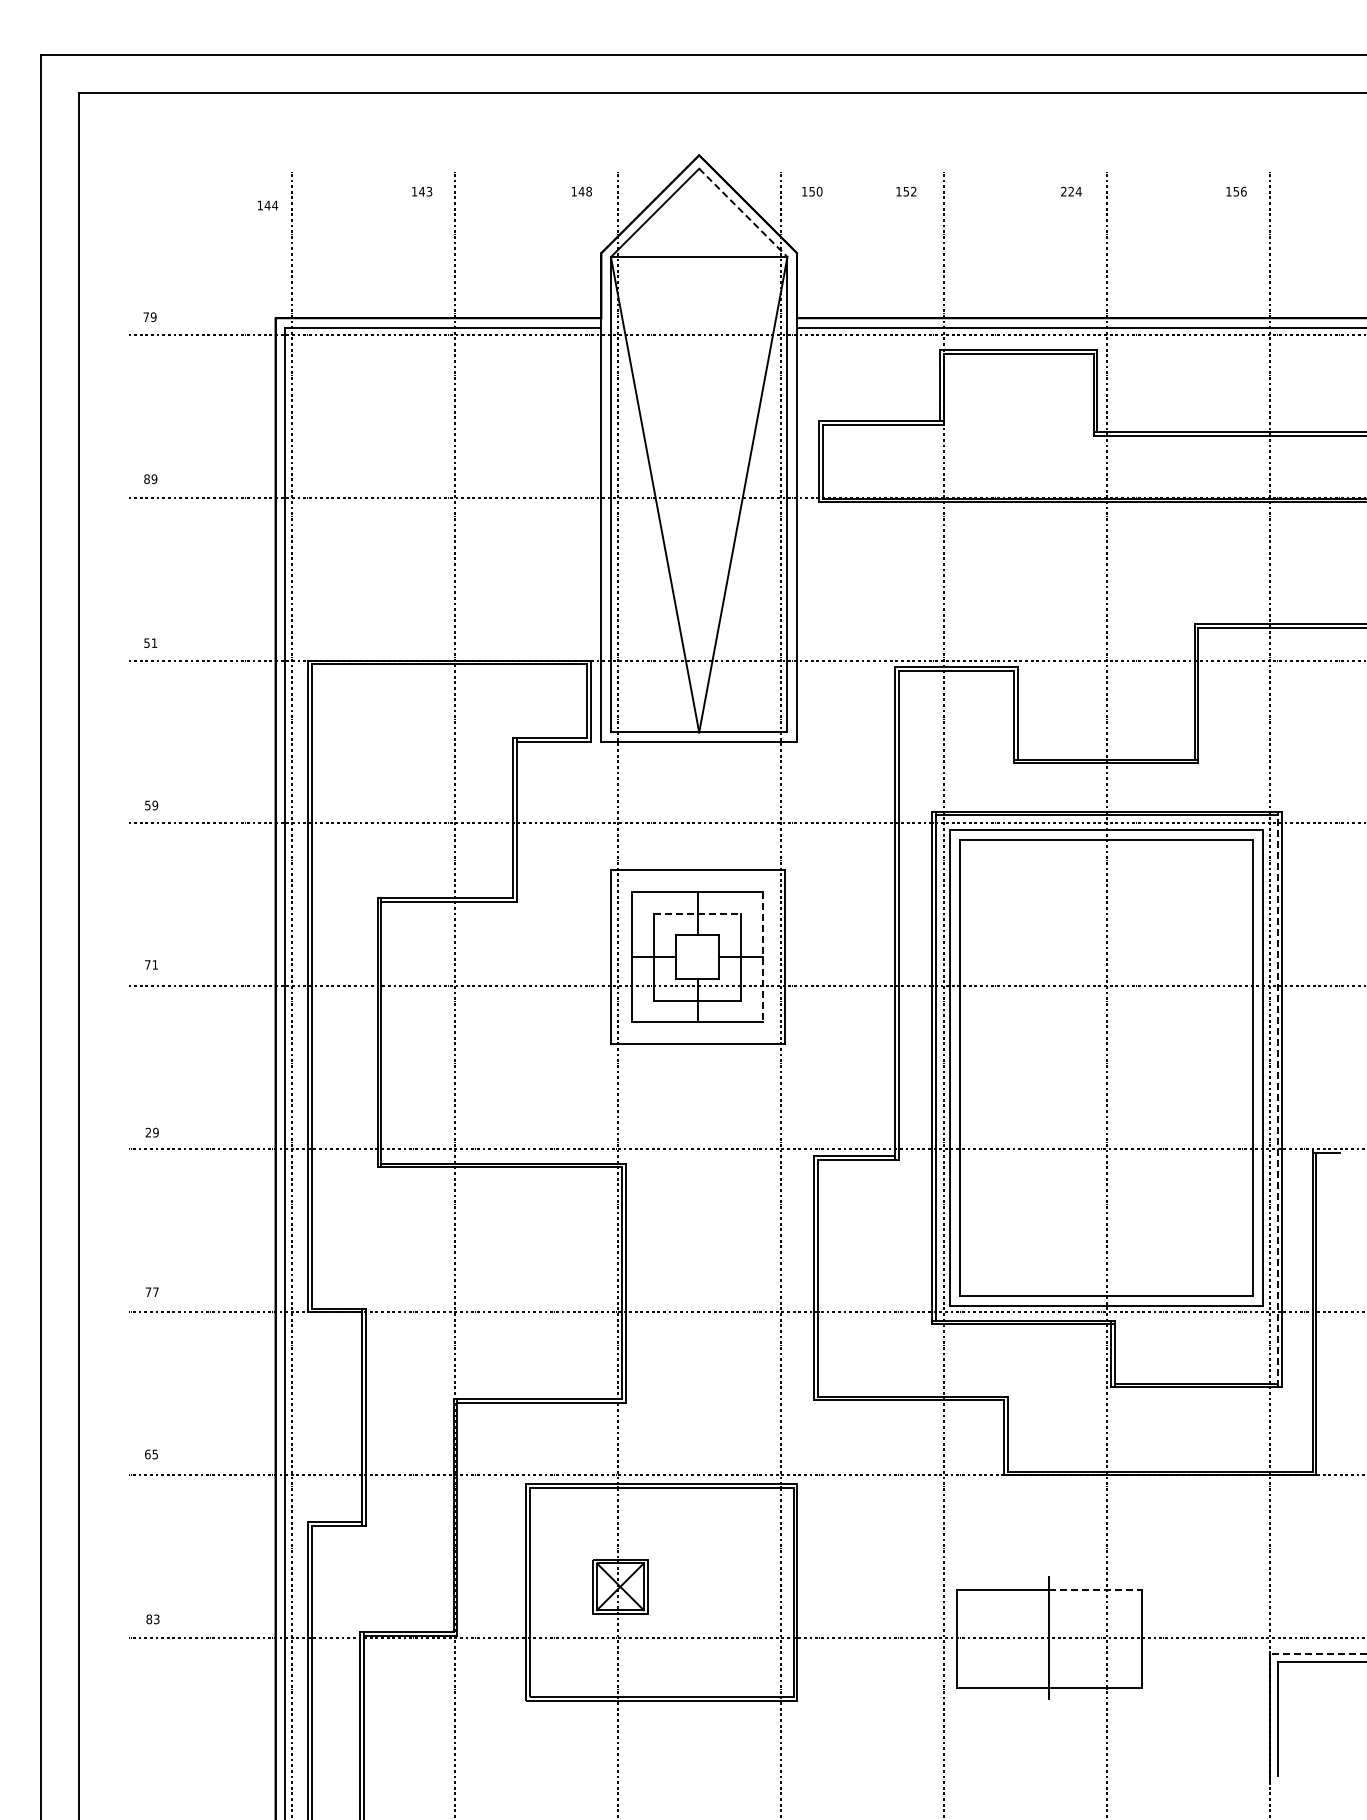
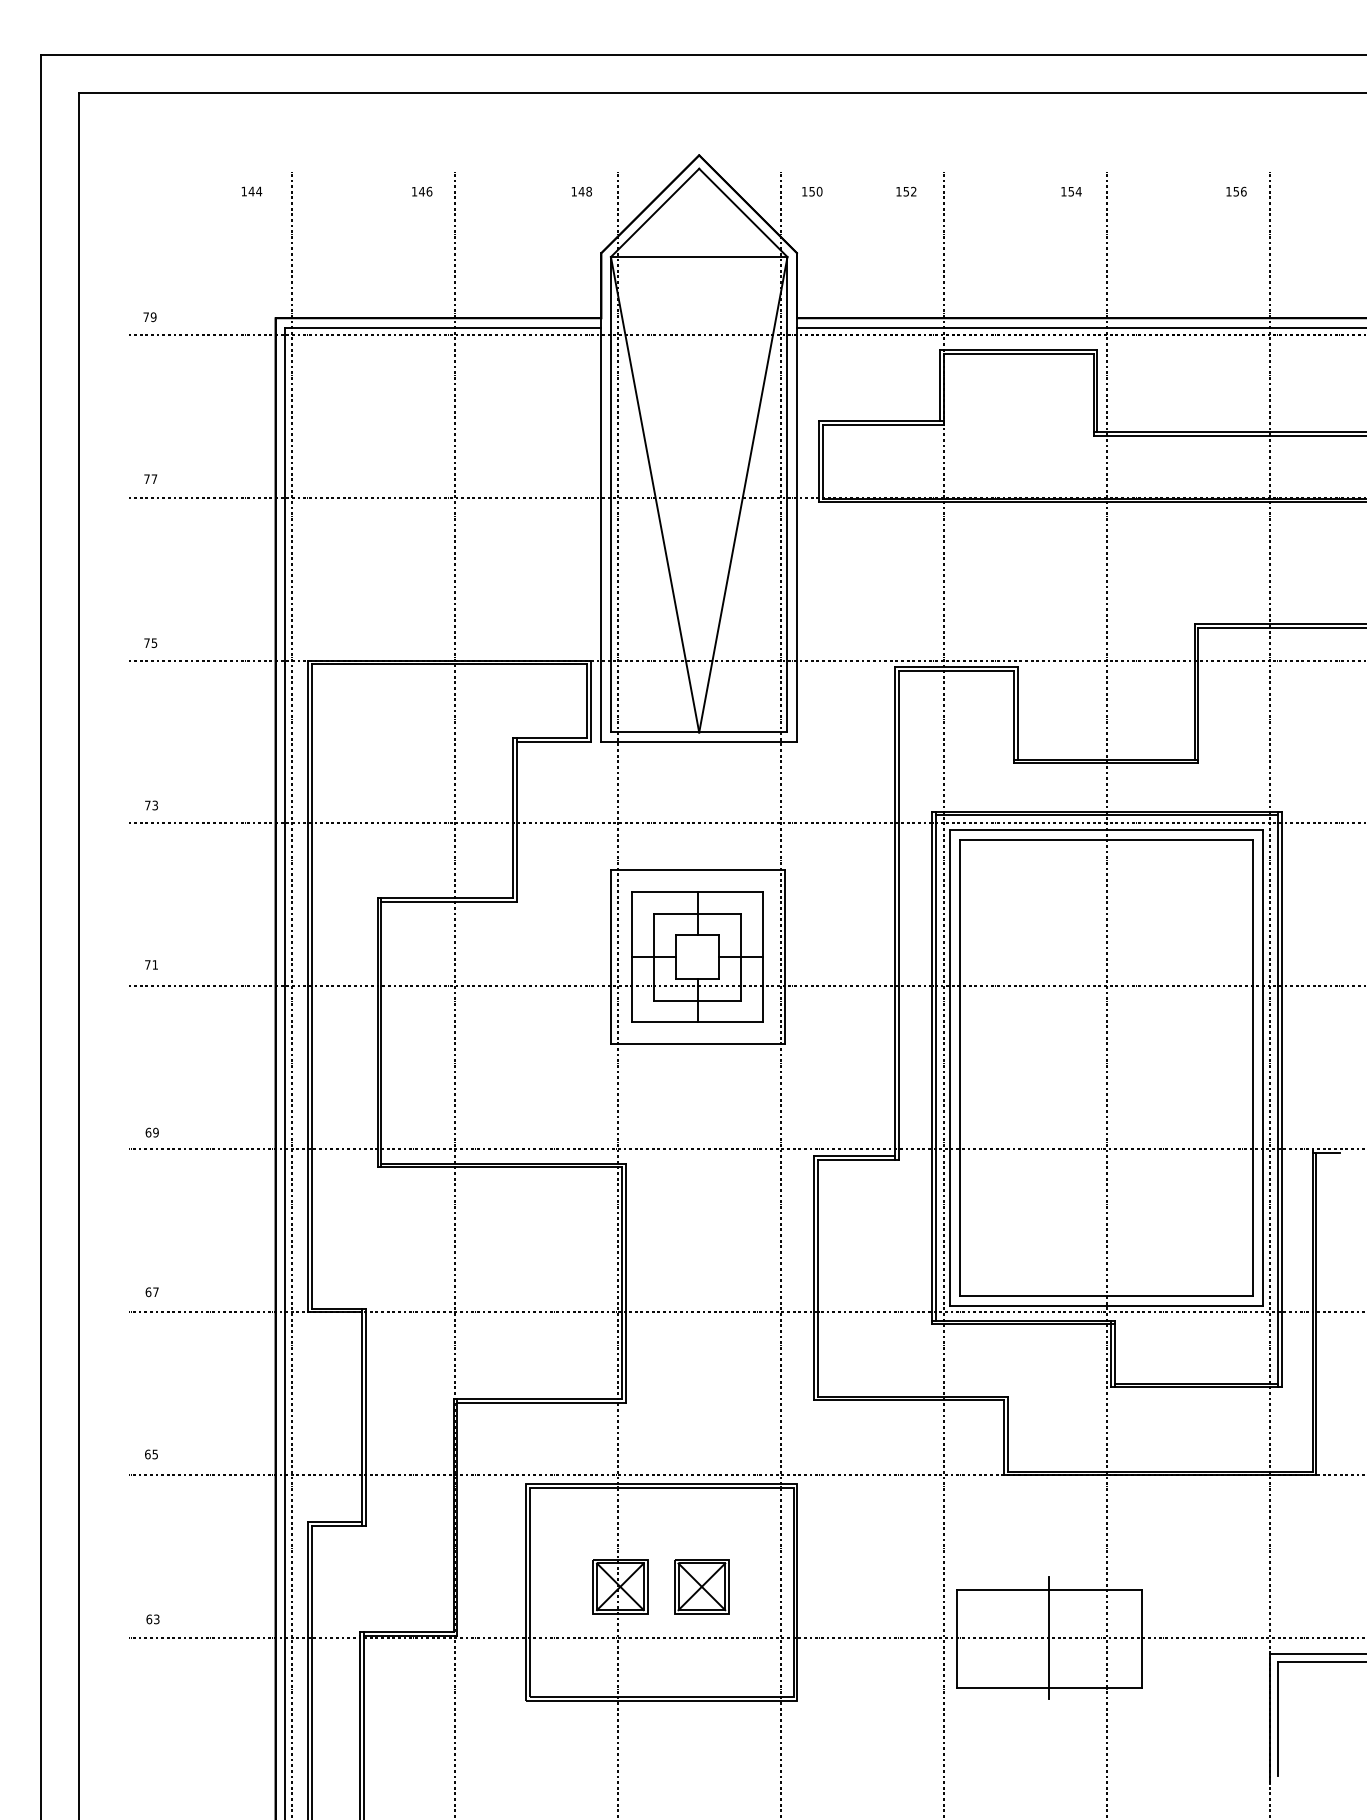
text at (429, 191): 143 -> 146
text at (1067, 191): 224 -> 154
text at (267, 205) position: (267, 205) -> (251, 191)
line at (743, 213): dashed -> solid
text at (150, 479): 89 -> 77
text at (150, 643): 51 -> 75
text at (151, 805): 59 -> 73
line at (698, 913): dashed -> solid
line at (762, 957): dashed -> solid
line at (1277, 1099): dashed -> solid
text at (148, 1132): 29 -> 69
text at (148, 1292): 77 -> 67
part at (701, 1586): none -> present
line at (1096, 1590): dashed -> solid
text at (149, 1619): 83 -> 63
line at (1317, 1653): dashed -> solid
